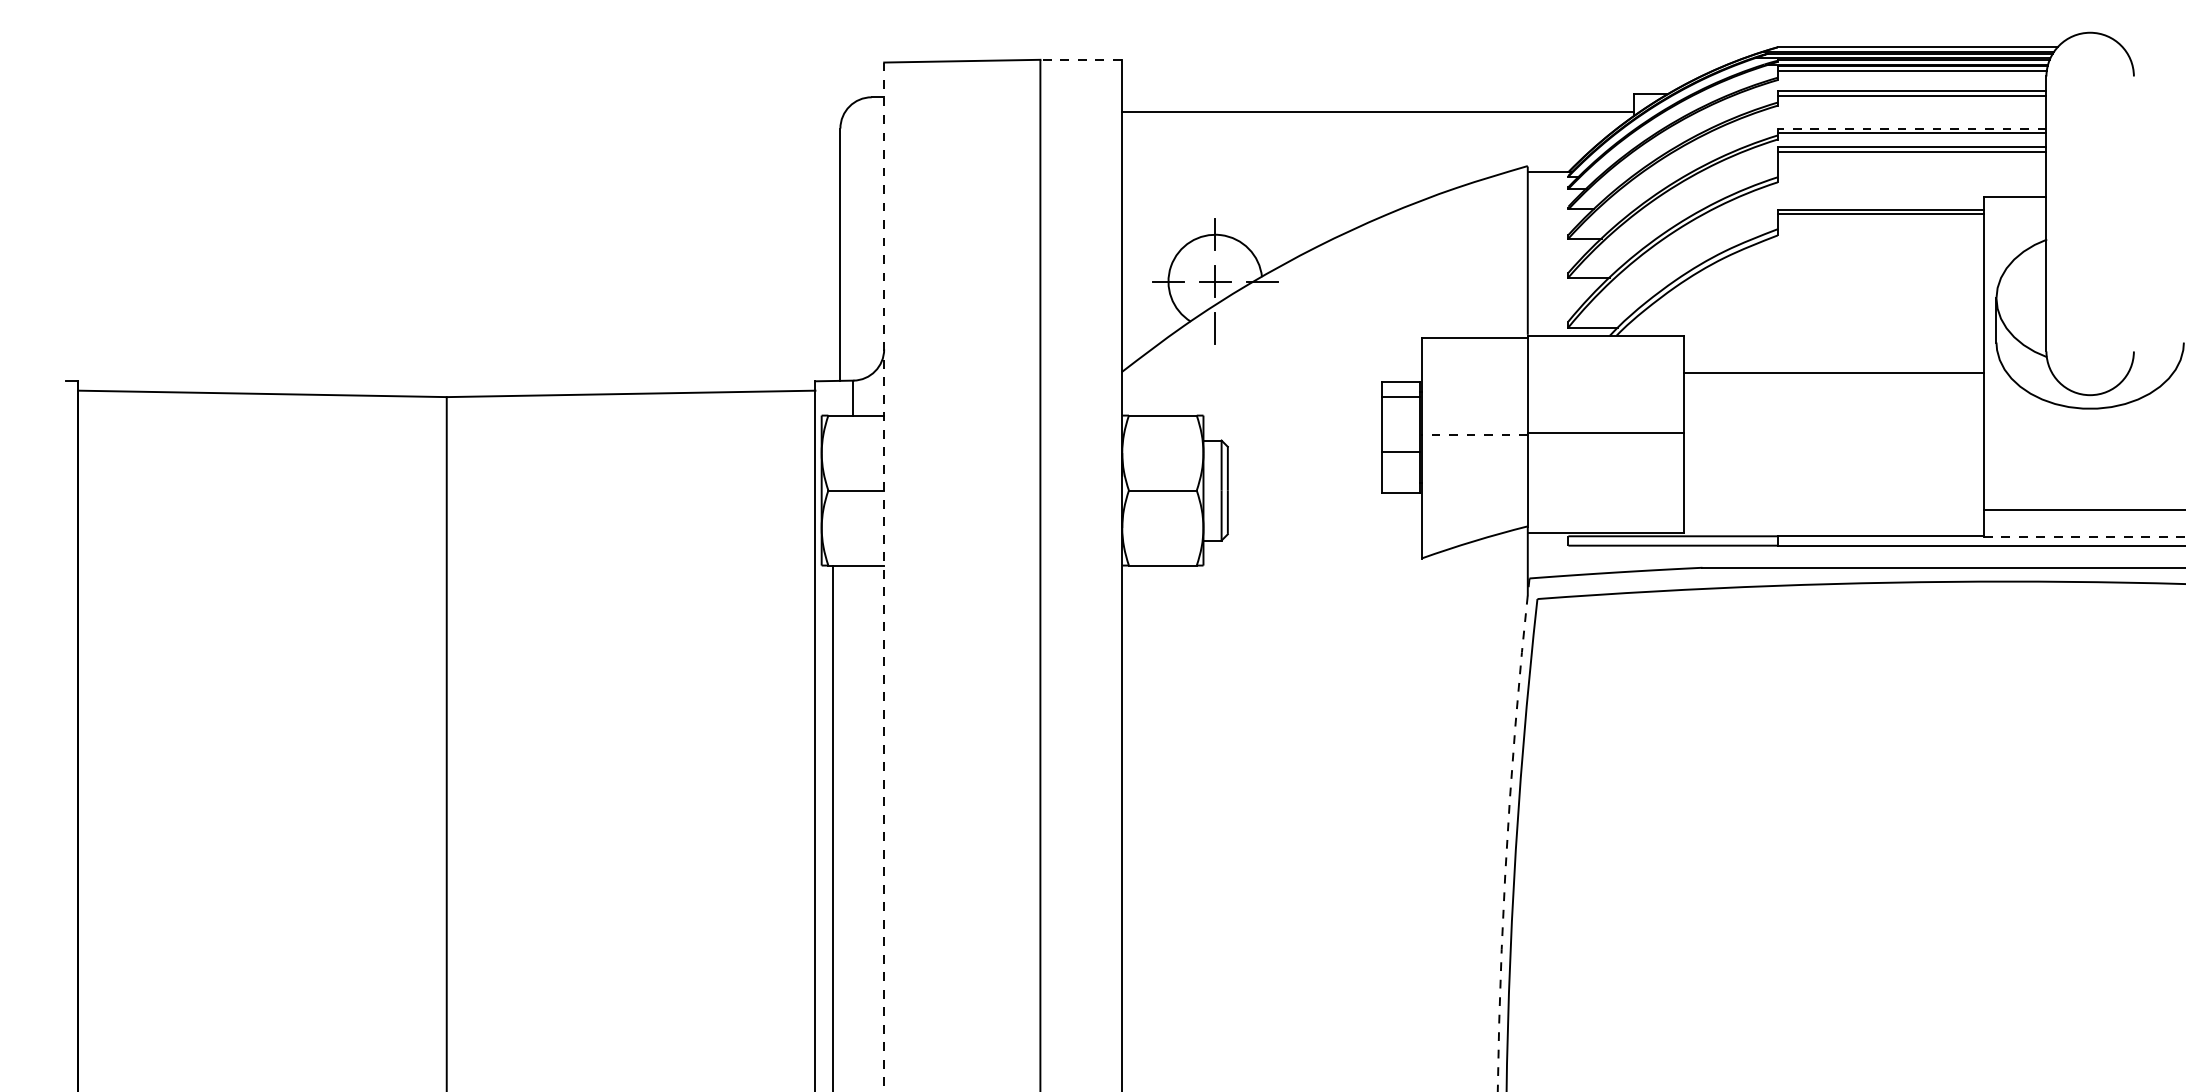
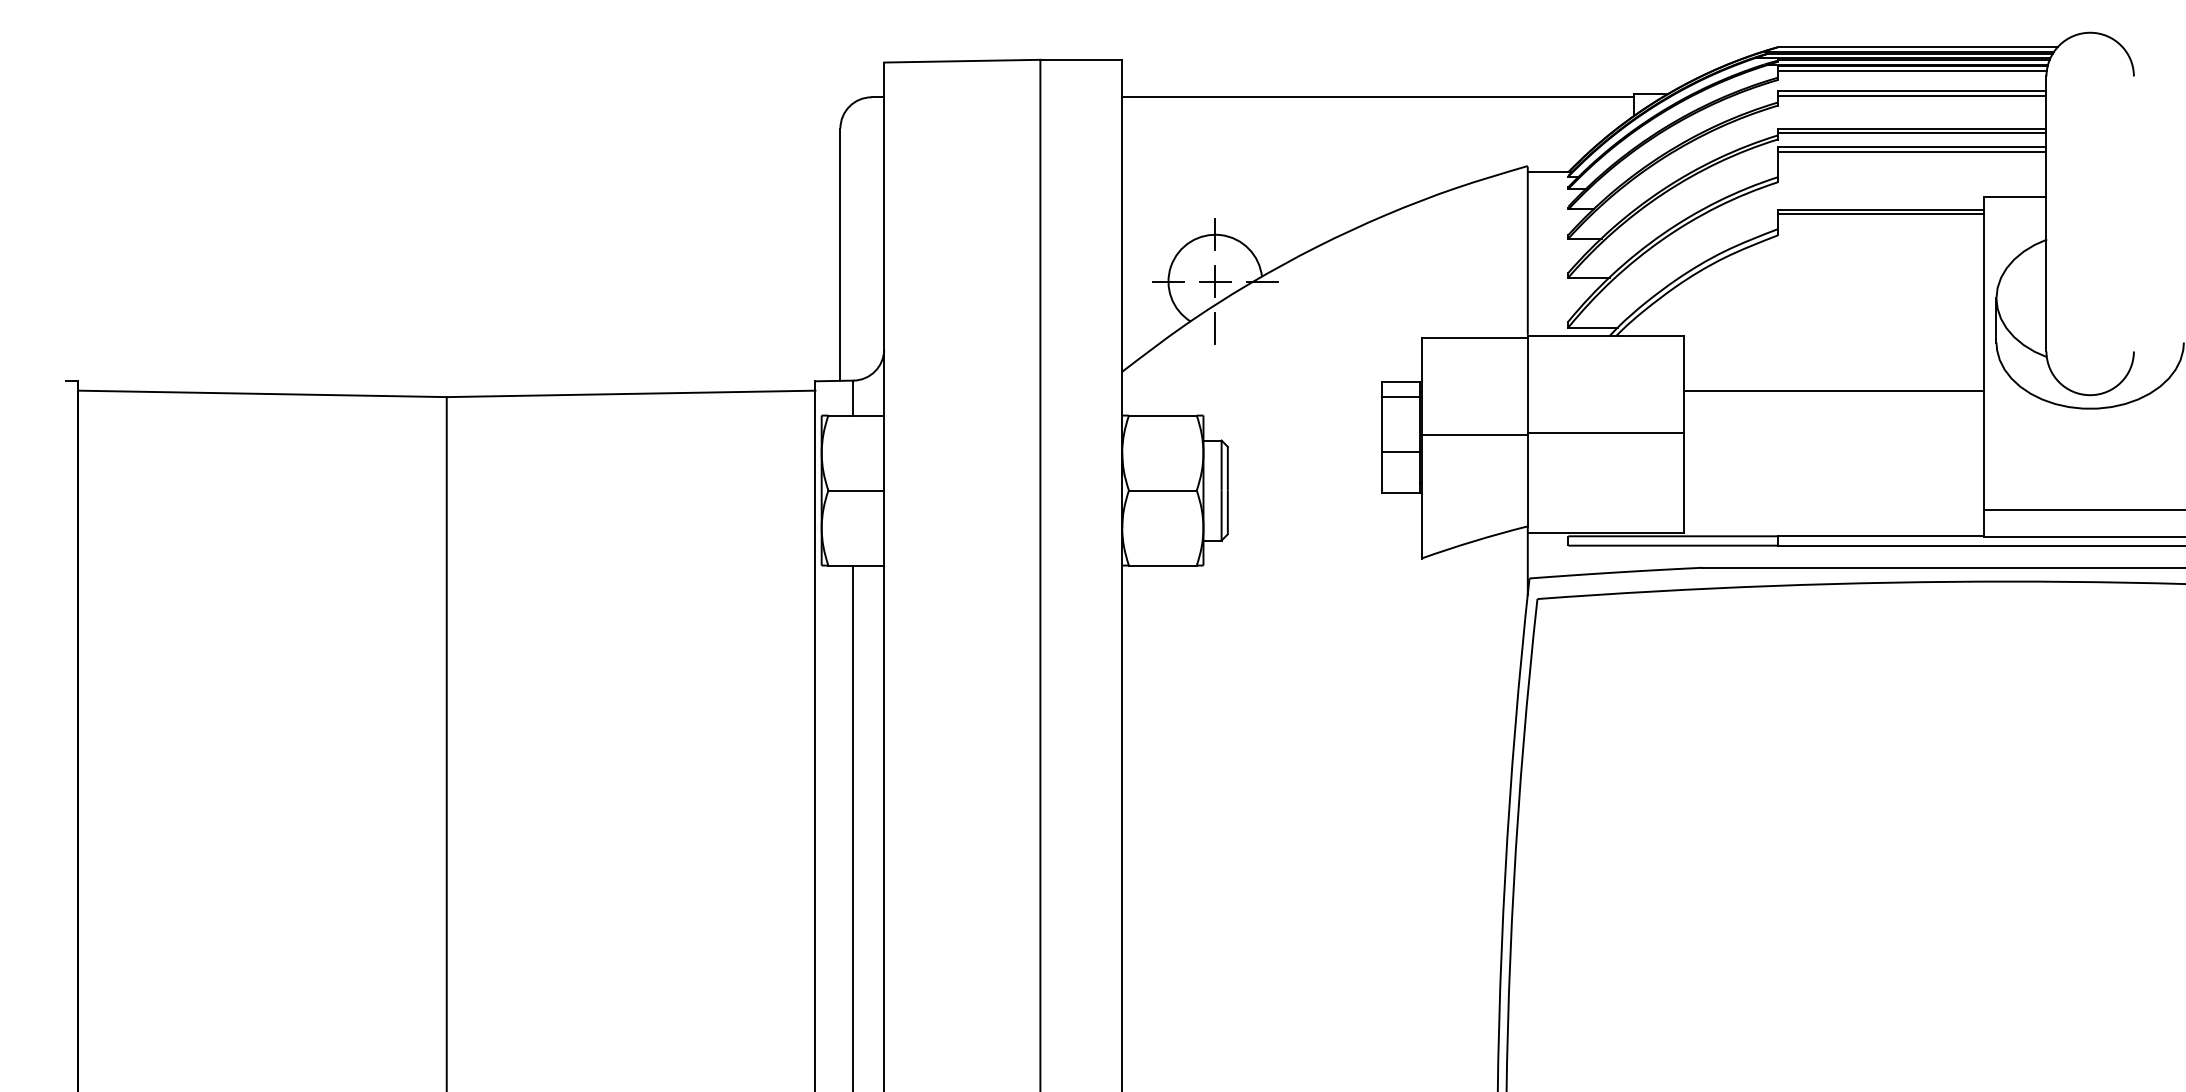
line at (1081, 59): dashed -> solid
line at (1377, 112) position: (1377, 112) -> (1377, 97)
line at (1911, 128): dashed -> solid
line at (1833, 372) position: (1833, 372) -> (1833, 390)
line at (1474, 435): dashed -> solid
line at (2084, 536): dashed -> solid
line at (884, 577): dashed -> solid
line at (833, 826) position: (833, 826) -> (853, 826)
arc at (1507, 835): dashed -> solid
